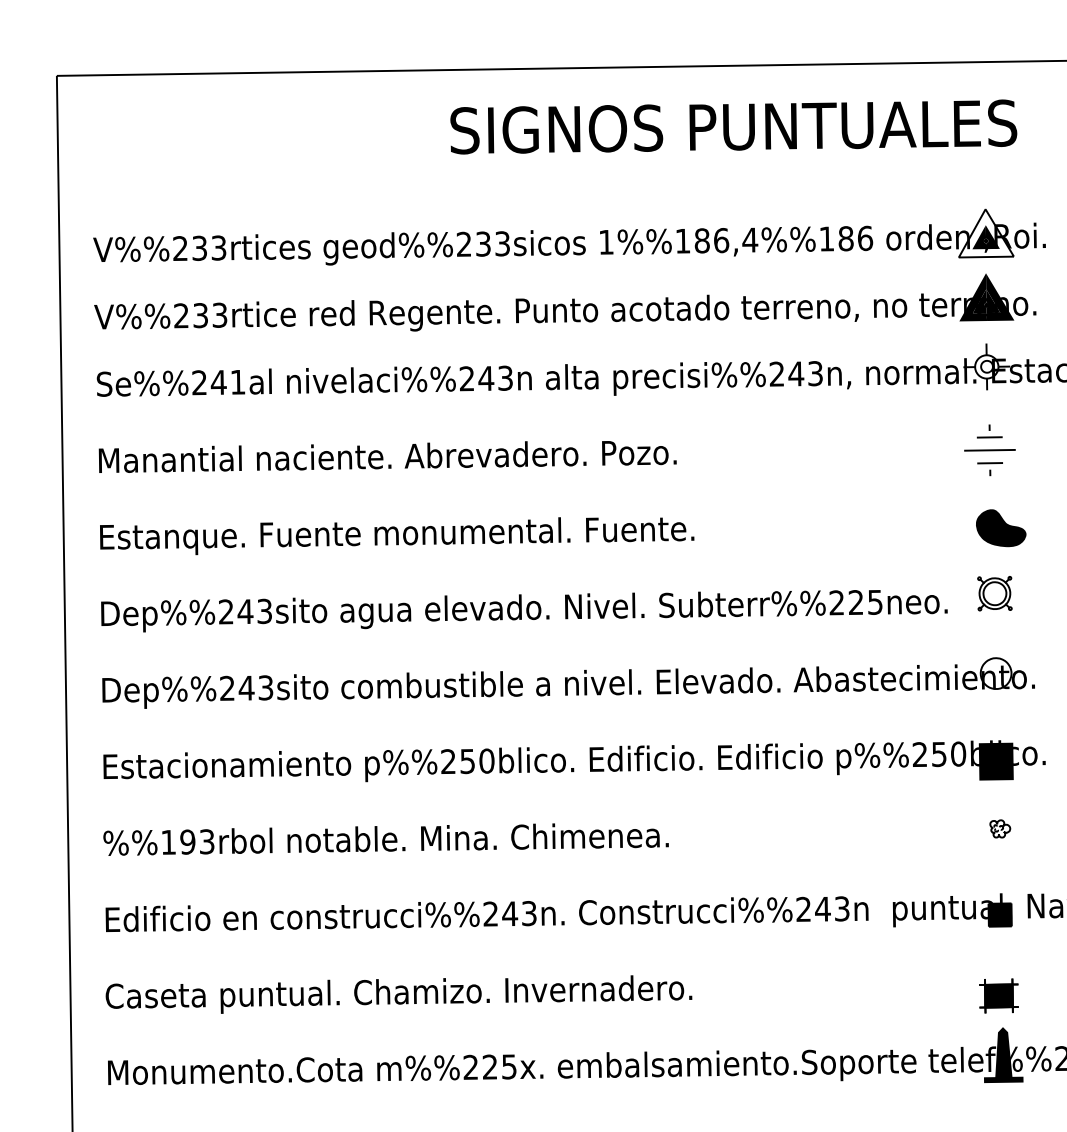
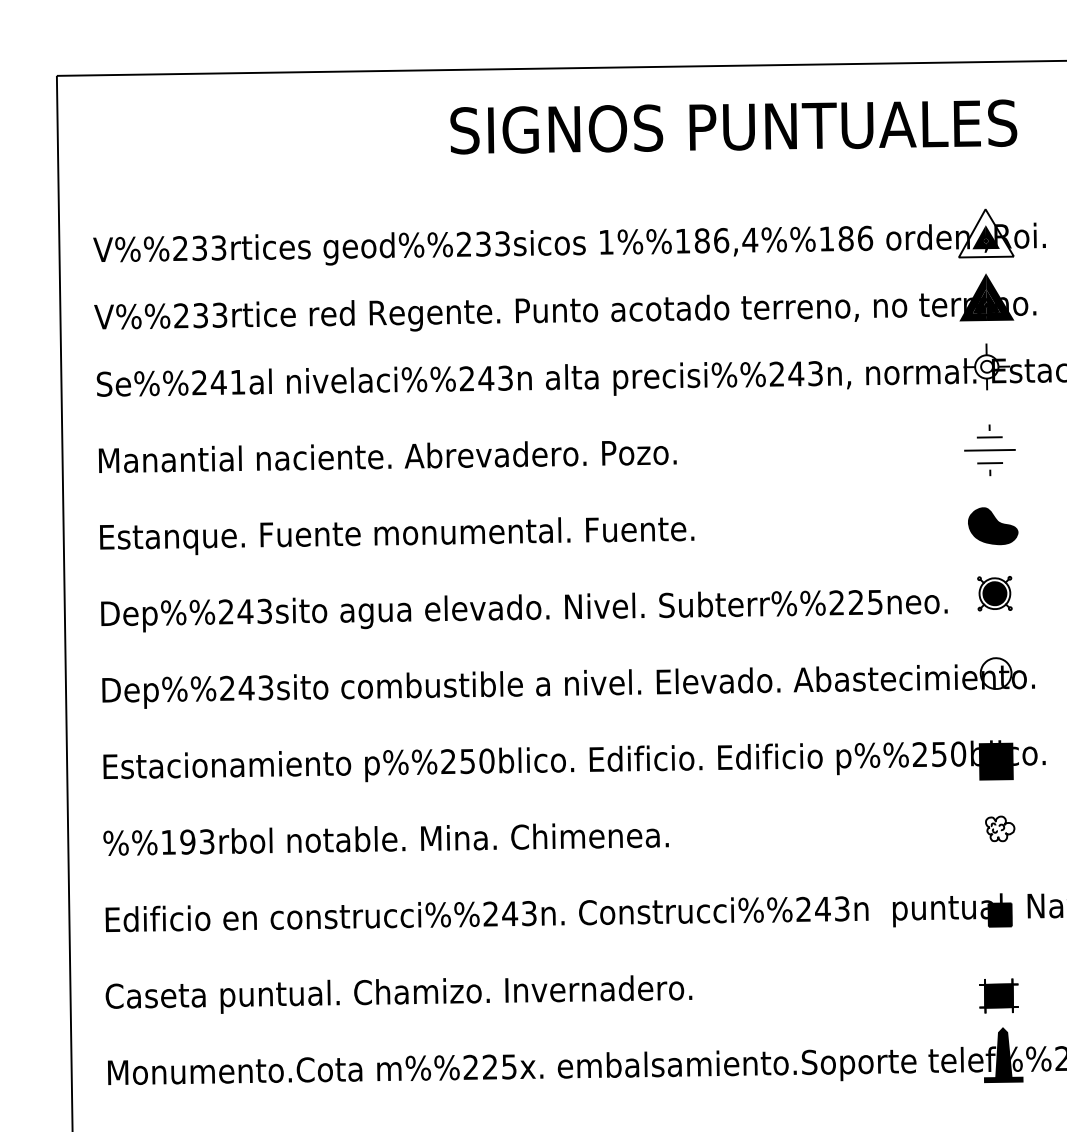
part at (1001, 528) position: (1001, 528) -> (993, 526)
fill at (994, 593): none -> present
part at (1000, 828) size: 23x20 px -> 31x28 px
